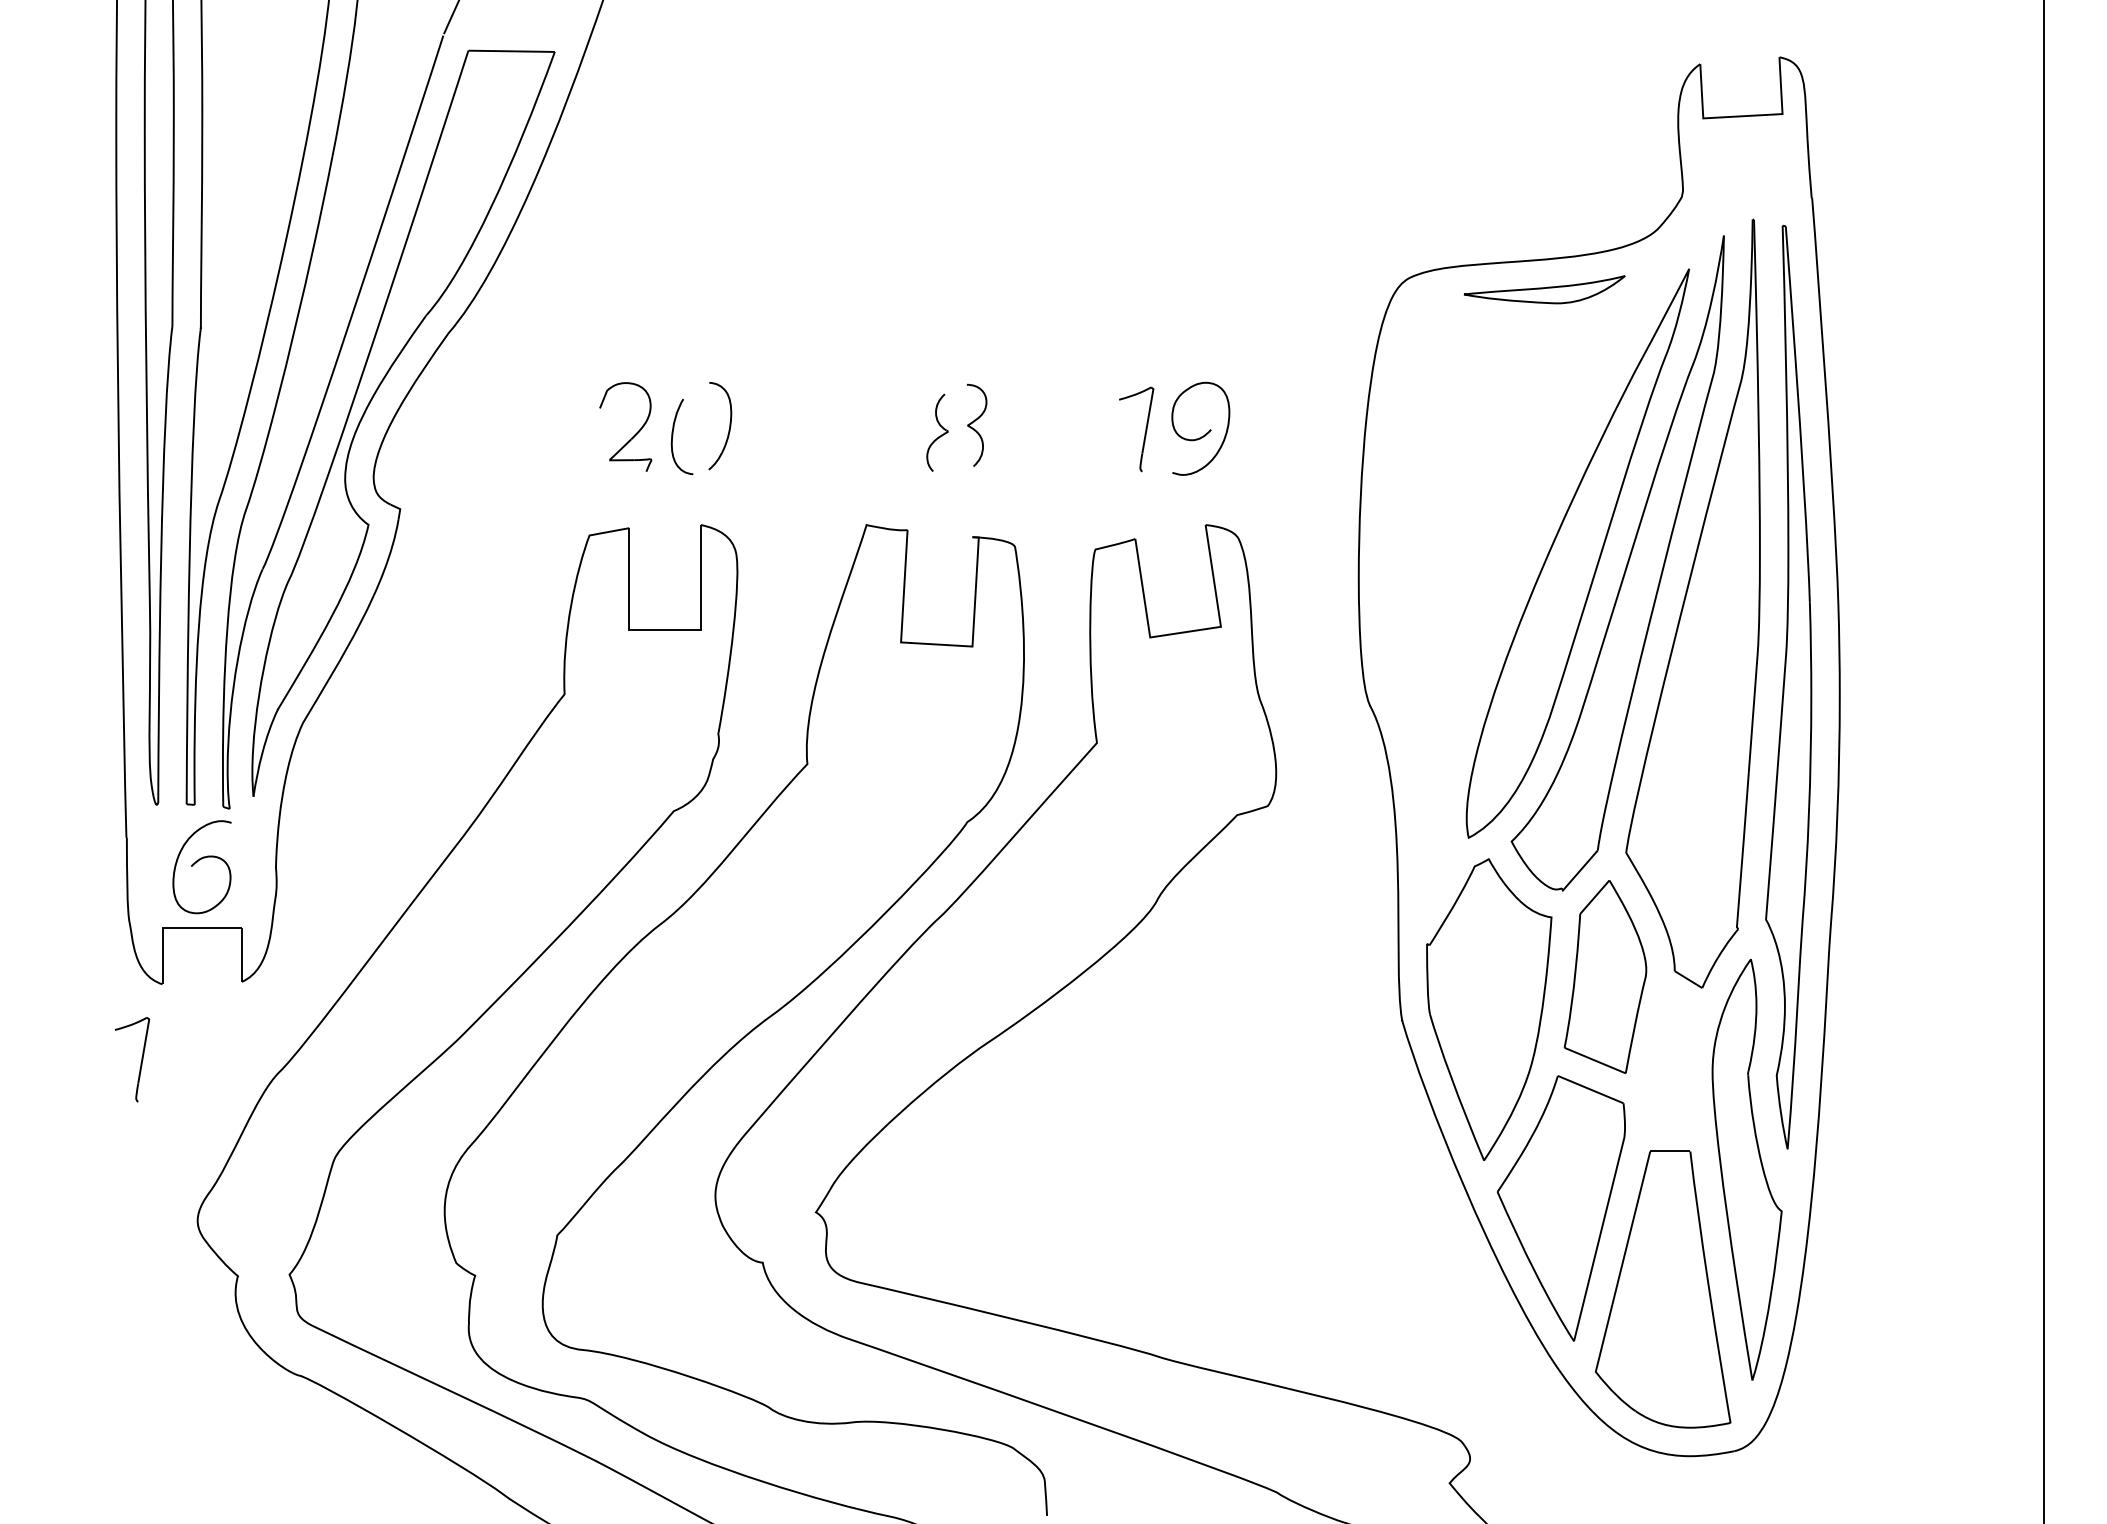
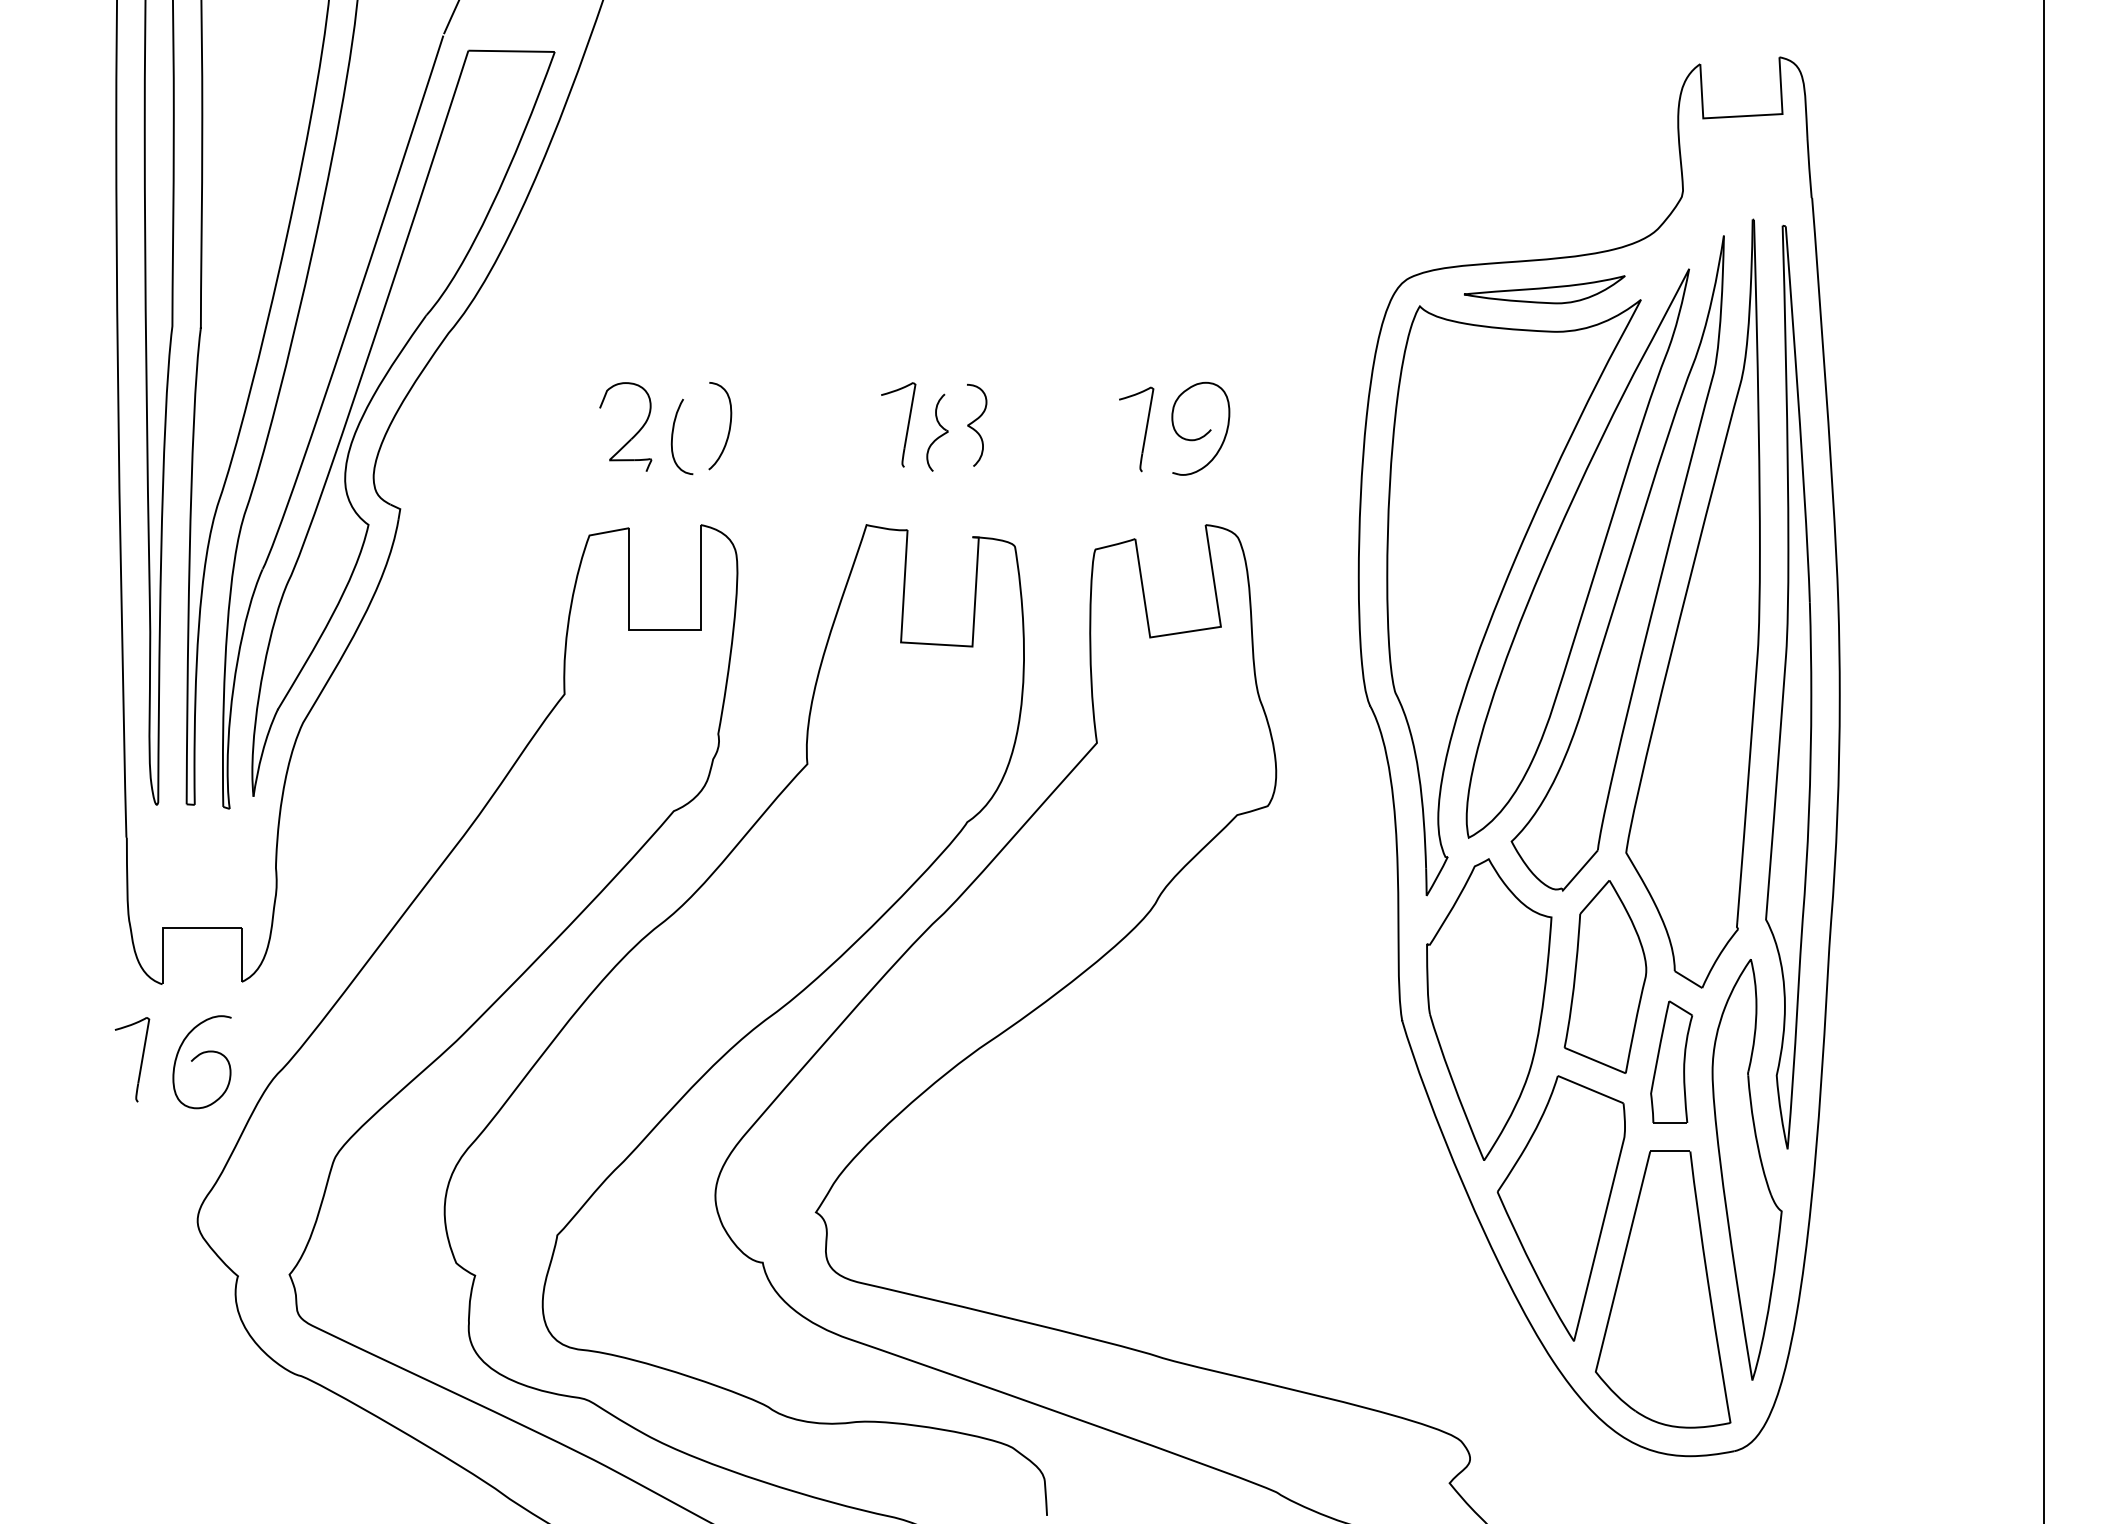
part at (907, 424): none -> present
part at (1502, 593): none -> present
curve at (197, 862) position: (197, 862) -> (197, 1057)
part at (1671, 1061): none -> present
